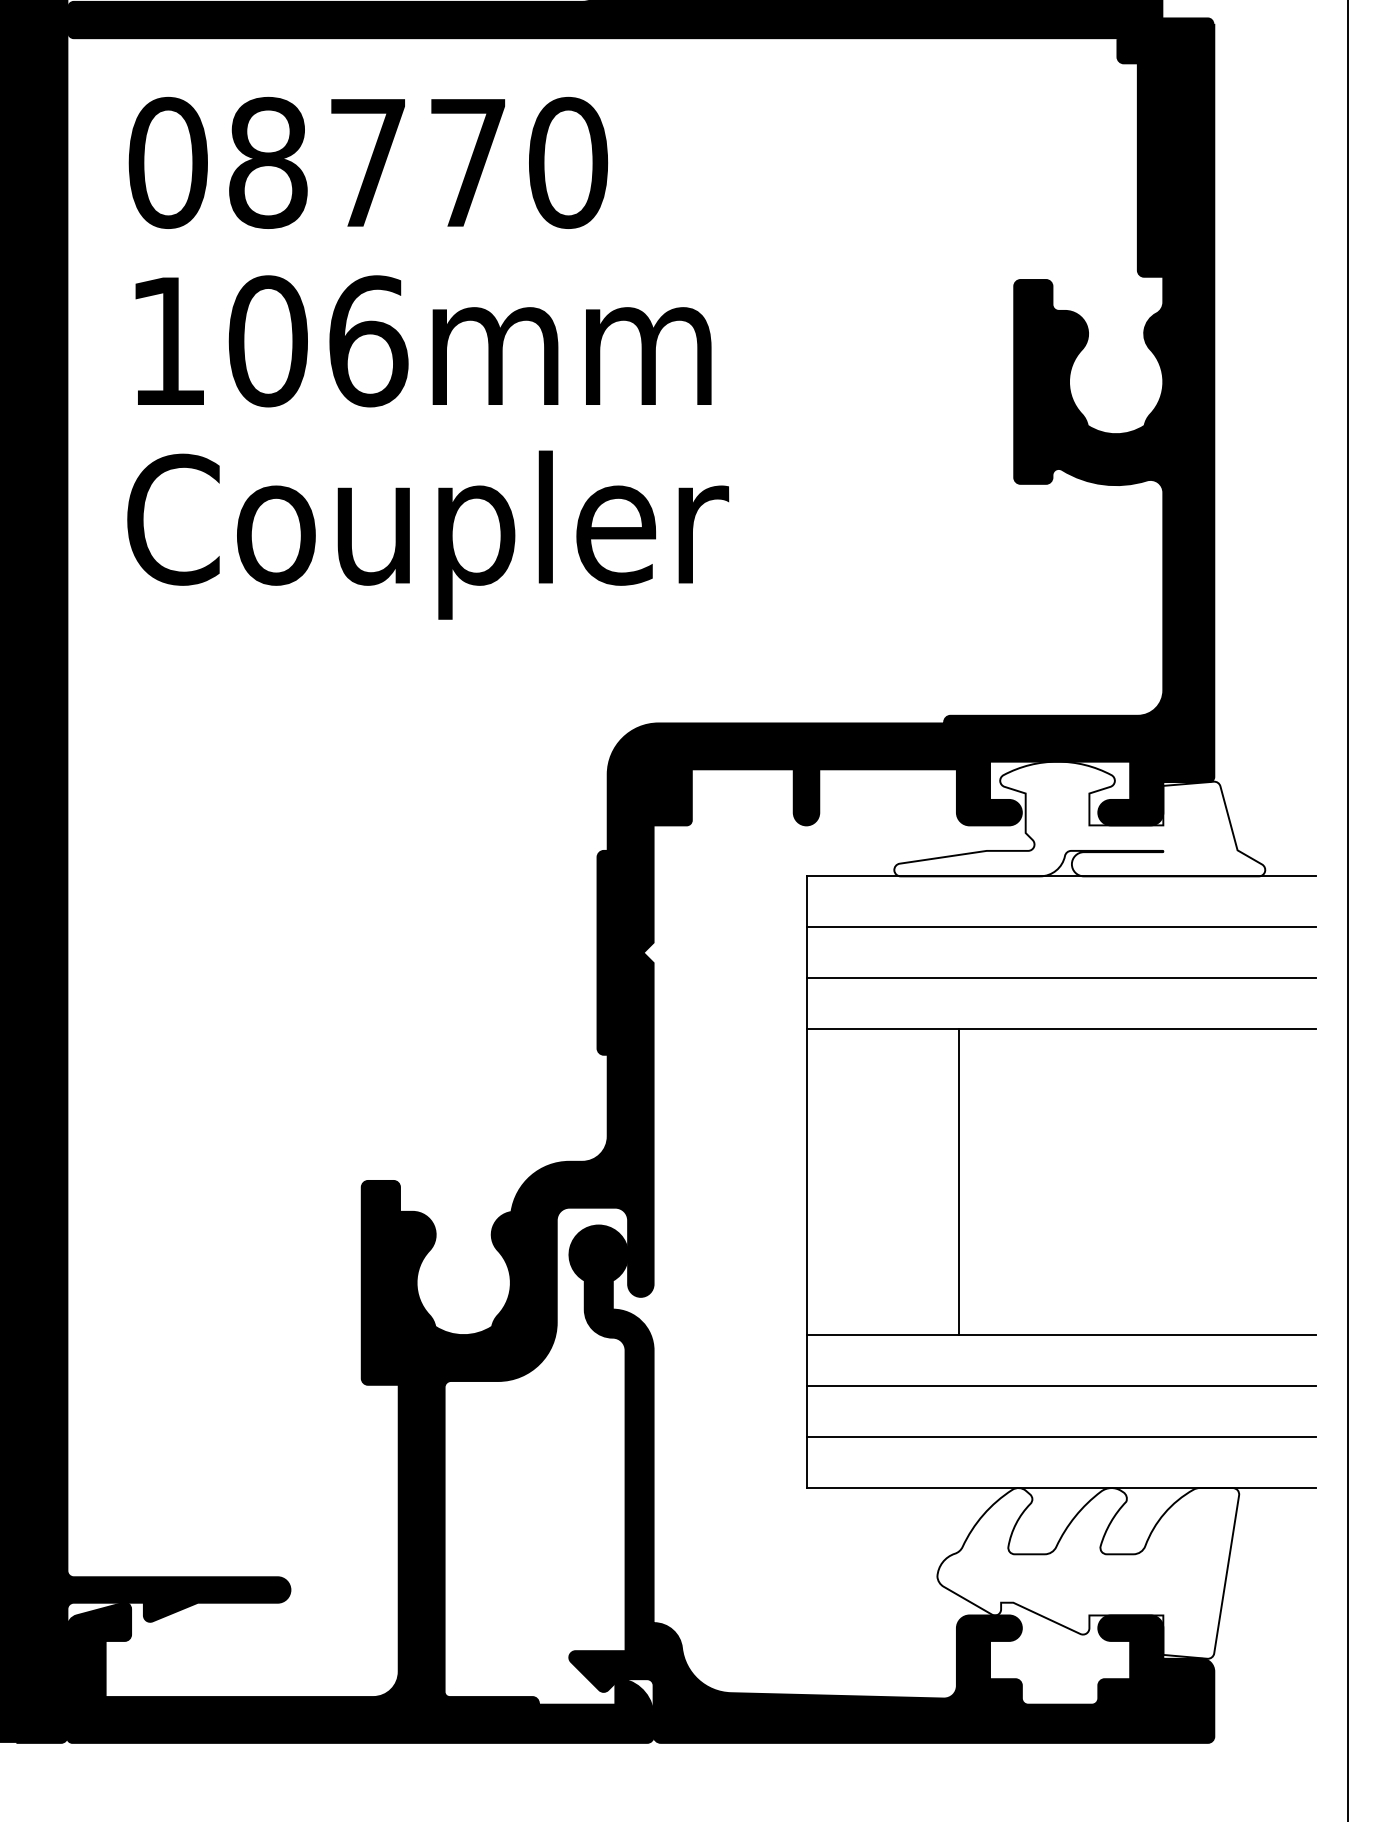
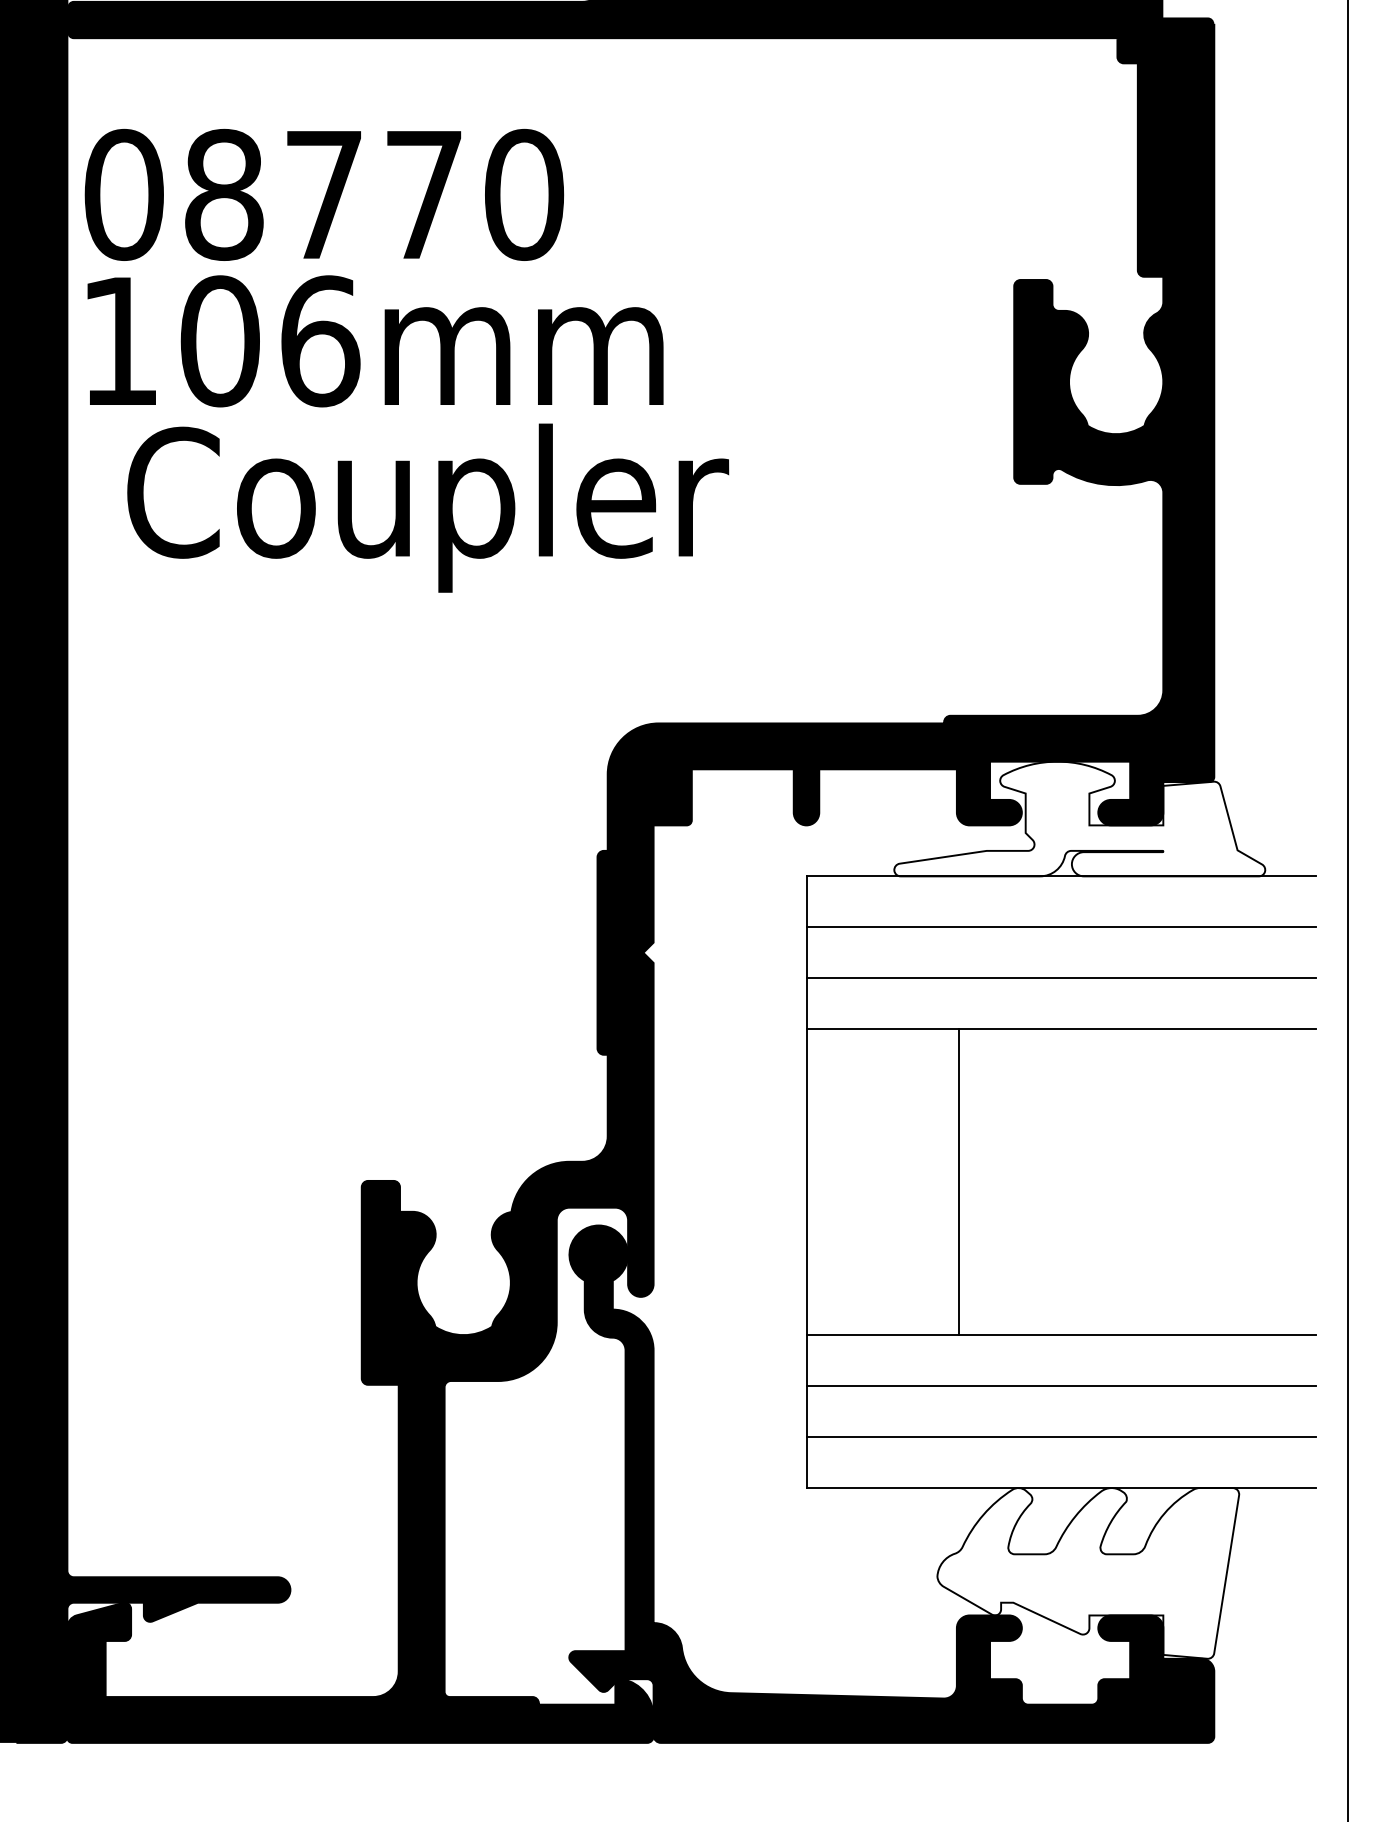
text at (368, 162) position: (368, 162) -> (324, 194)
text at (423, 341) position: (423, 341) -> (375, 341)
text at (428, 534) position: (428, 534) -> (428, 507)
